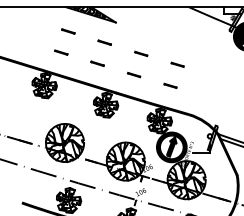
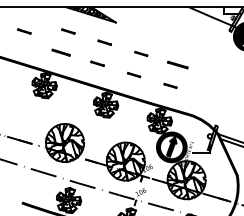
part at (24, 31): none -> present
part at (61, 52) size: 15x7 px -> 20x9 px
part at (177, 64) size: 15x7 px -> 22x10 px
